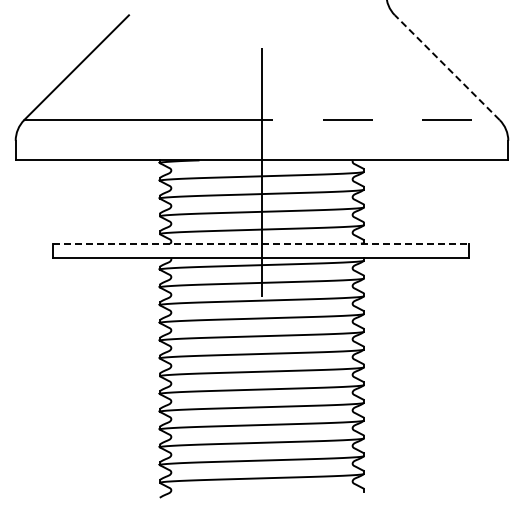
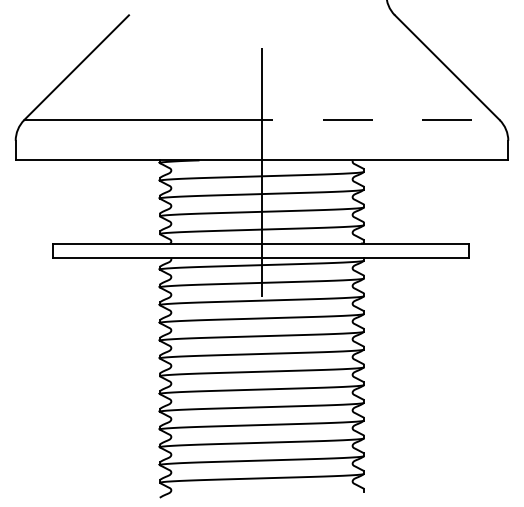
line at (446, 67): dashed -> solid
line at (261, 243): dashed -> solid
